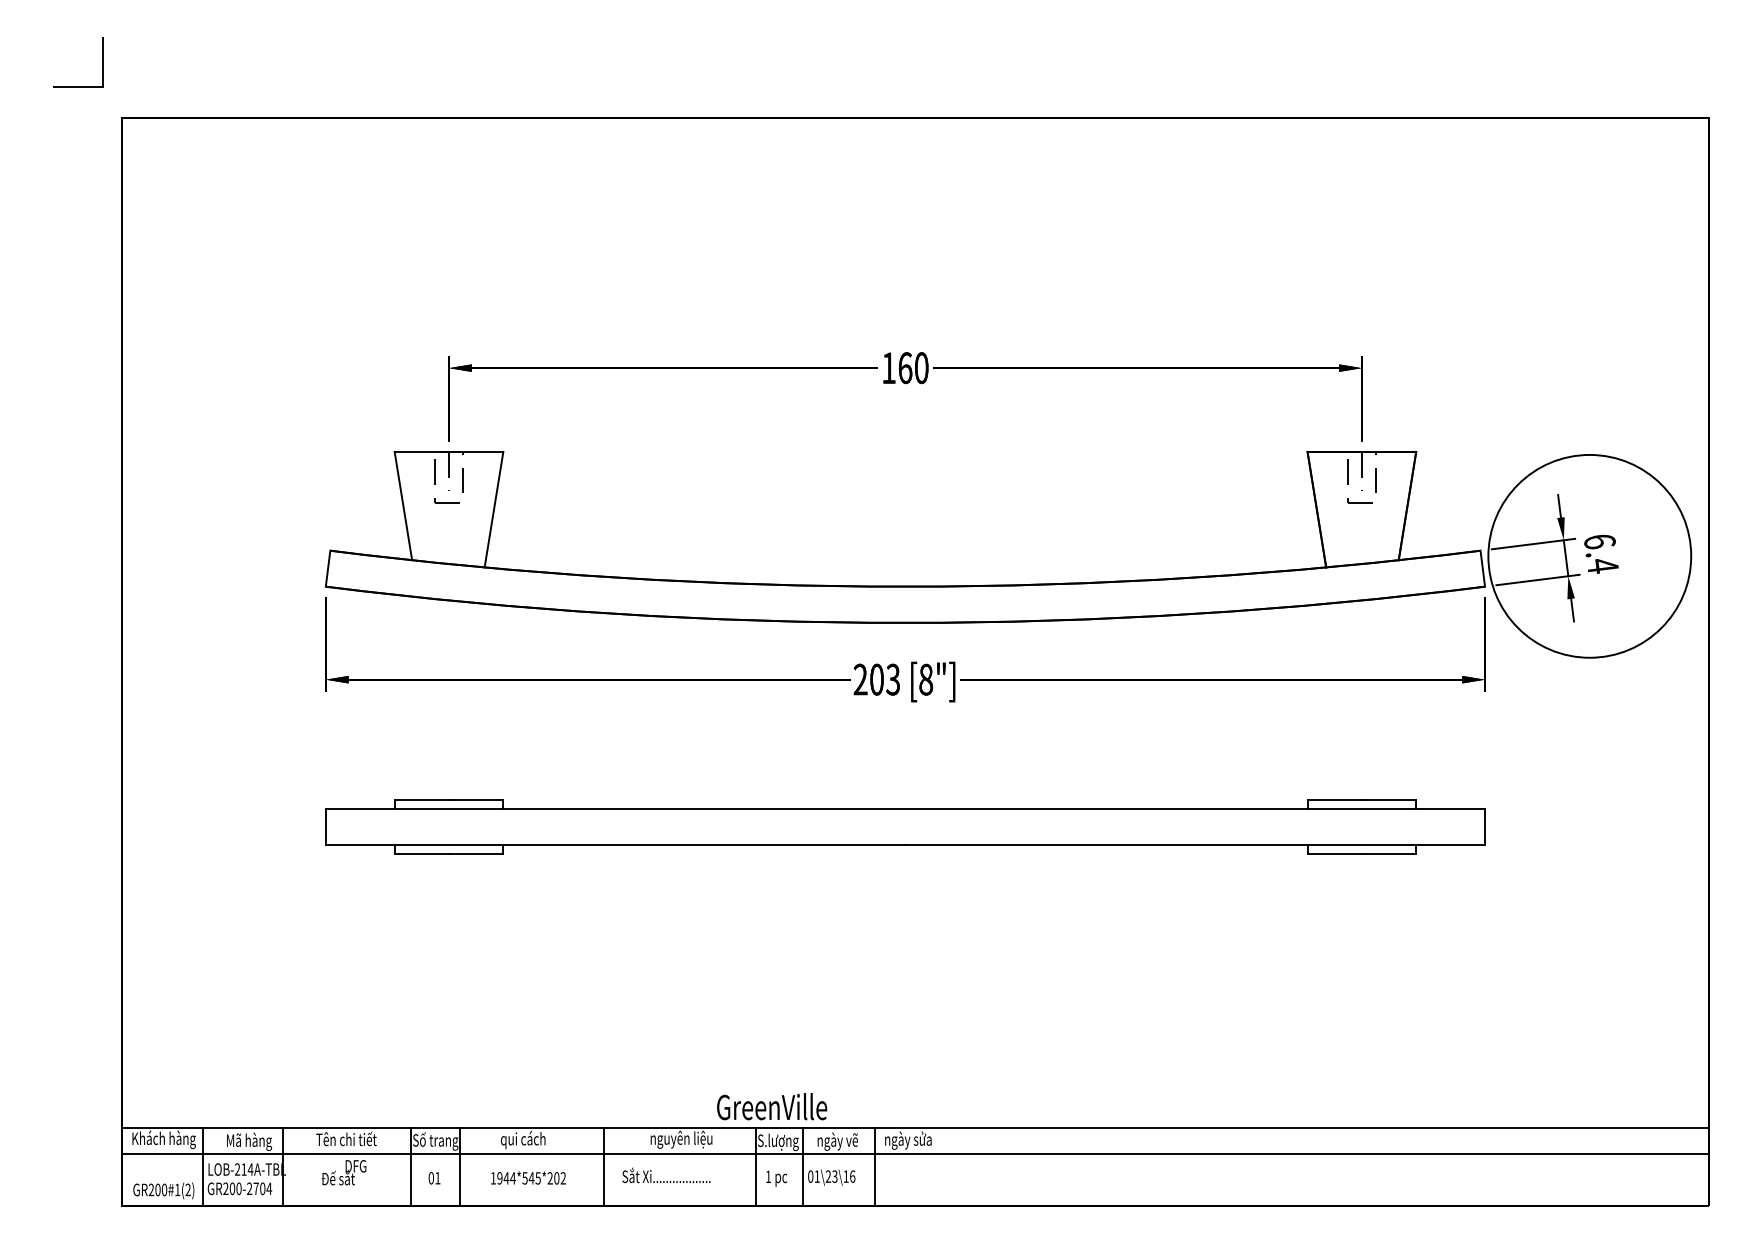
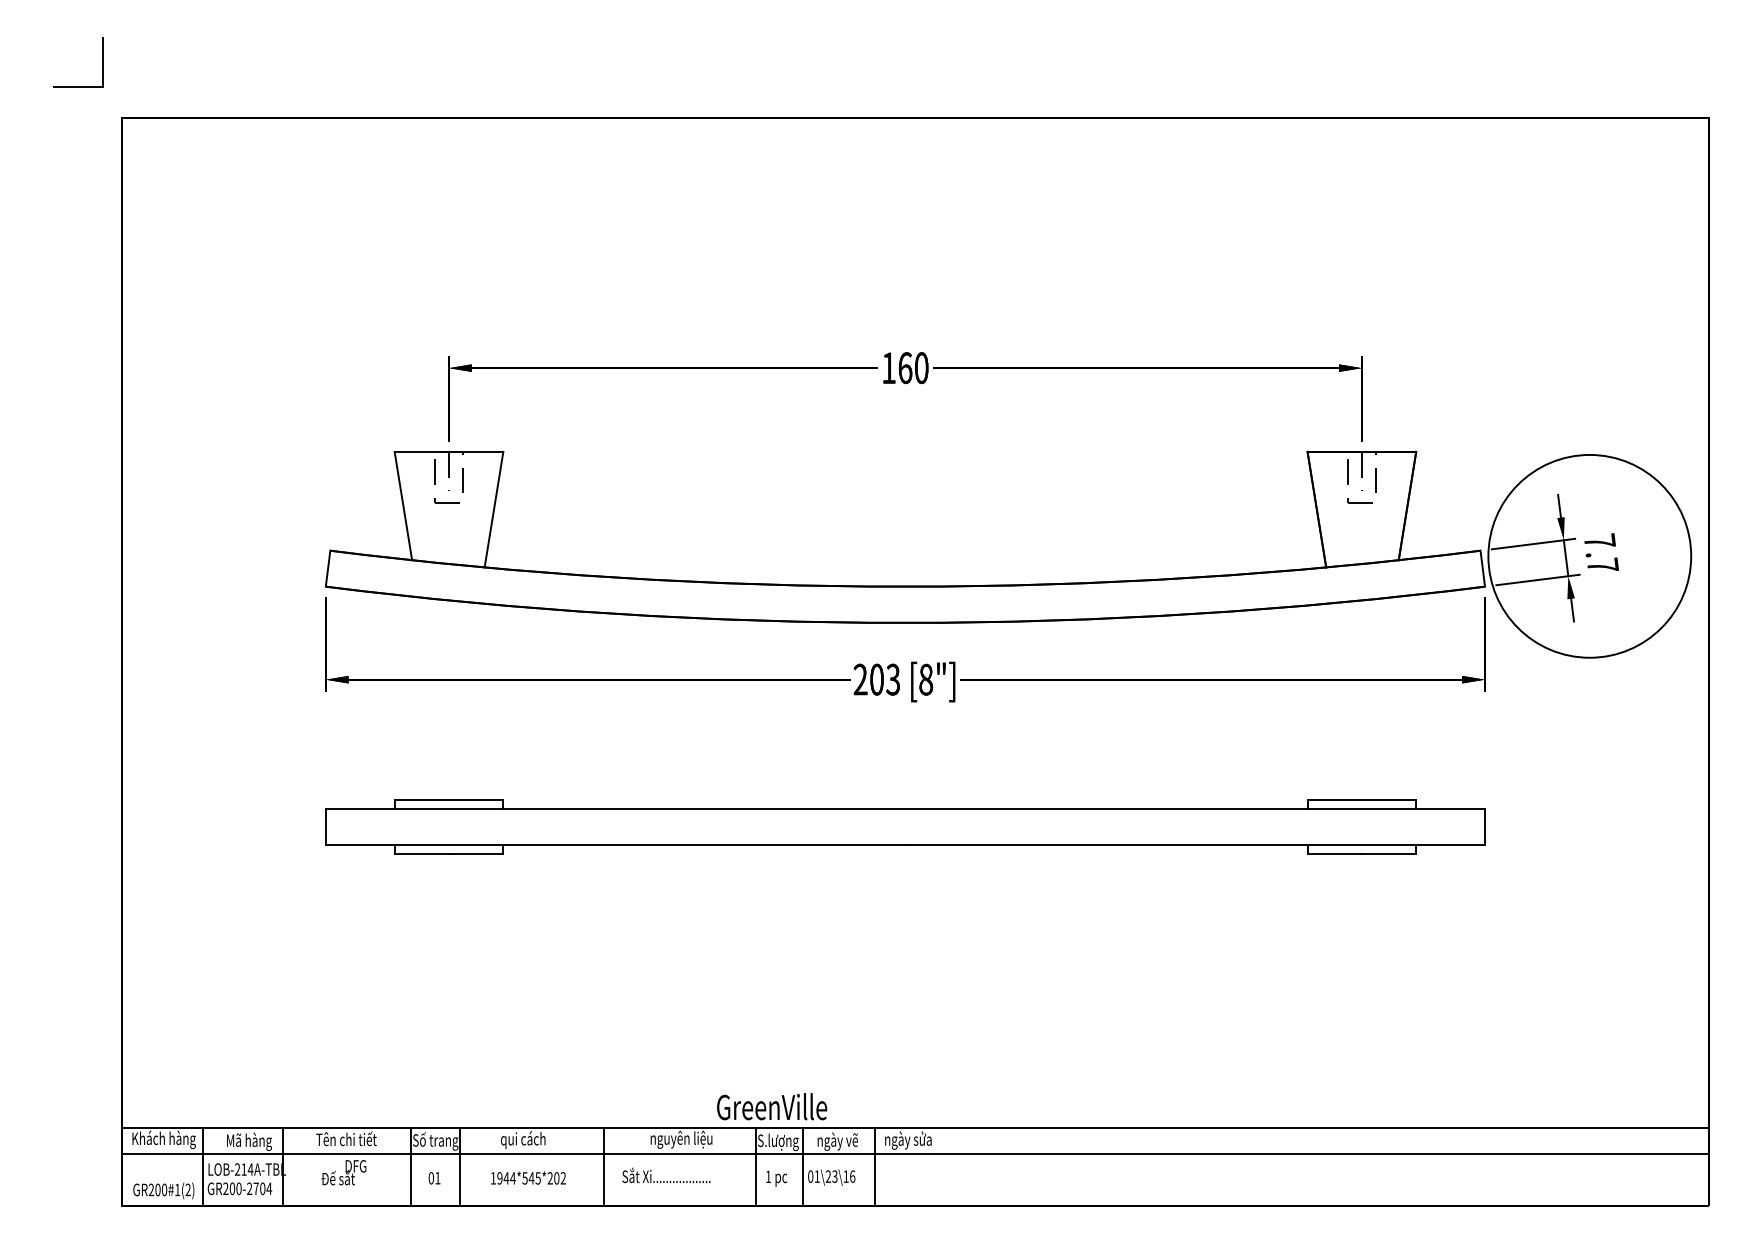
text at (1601, 553): 6.4 -> 7.7
